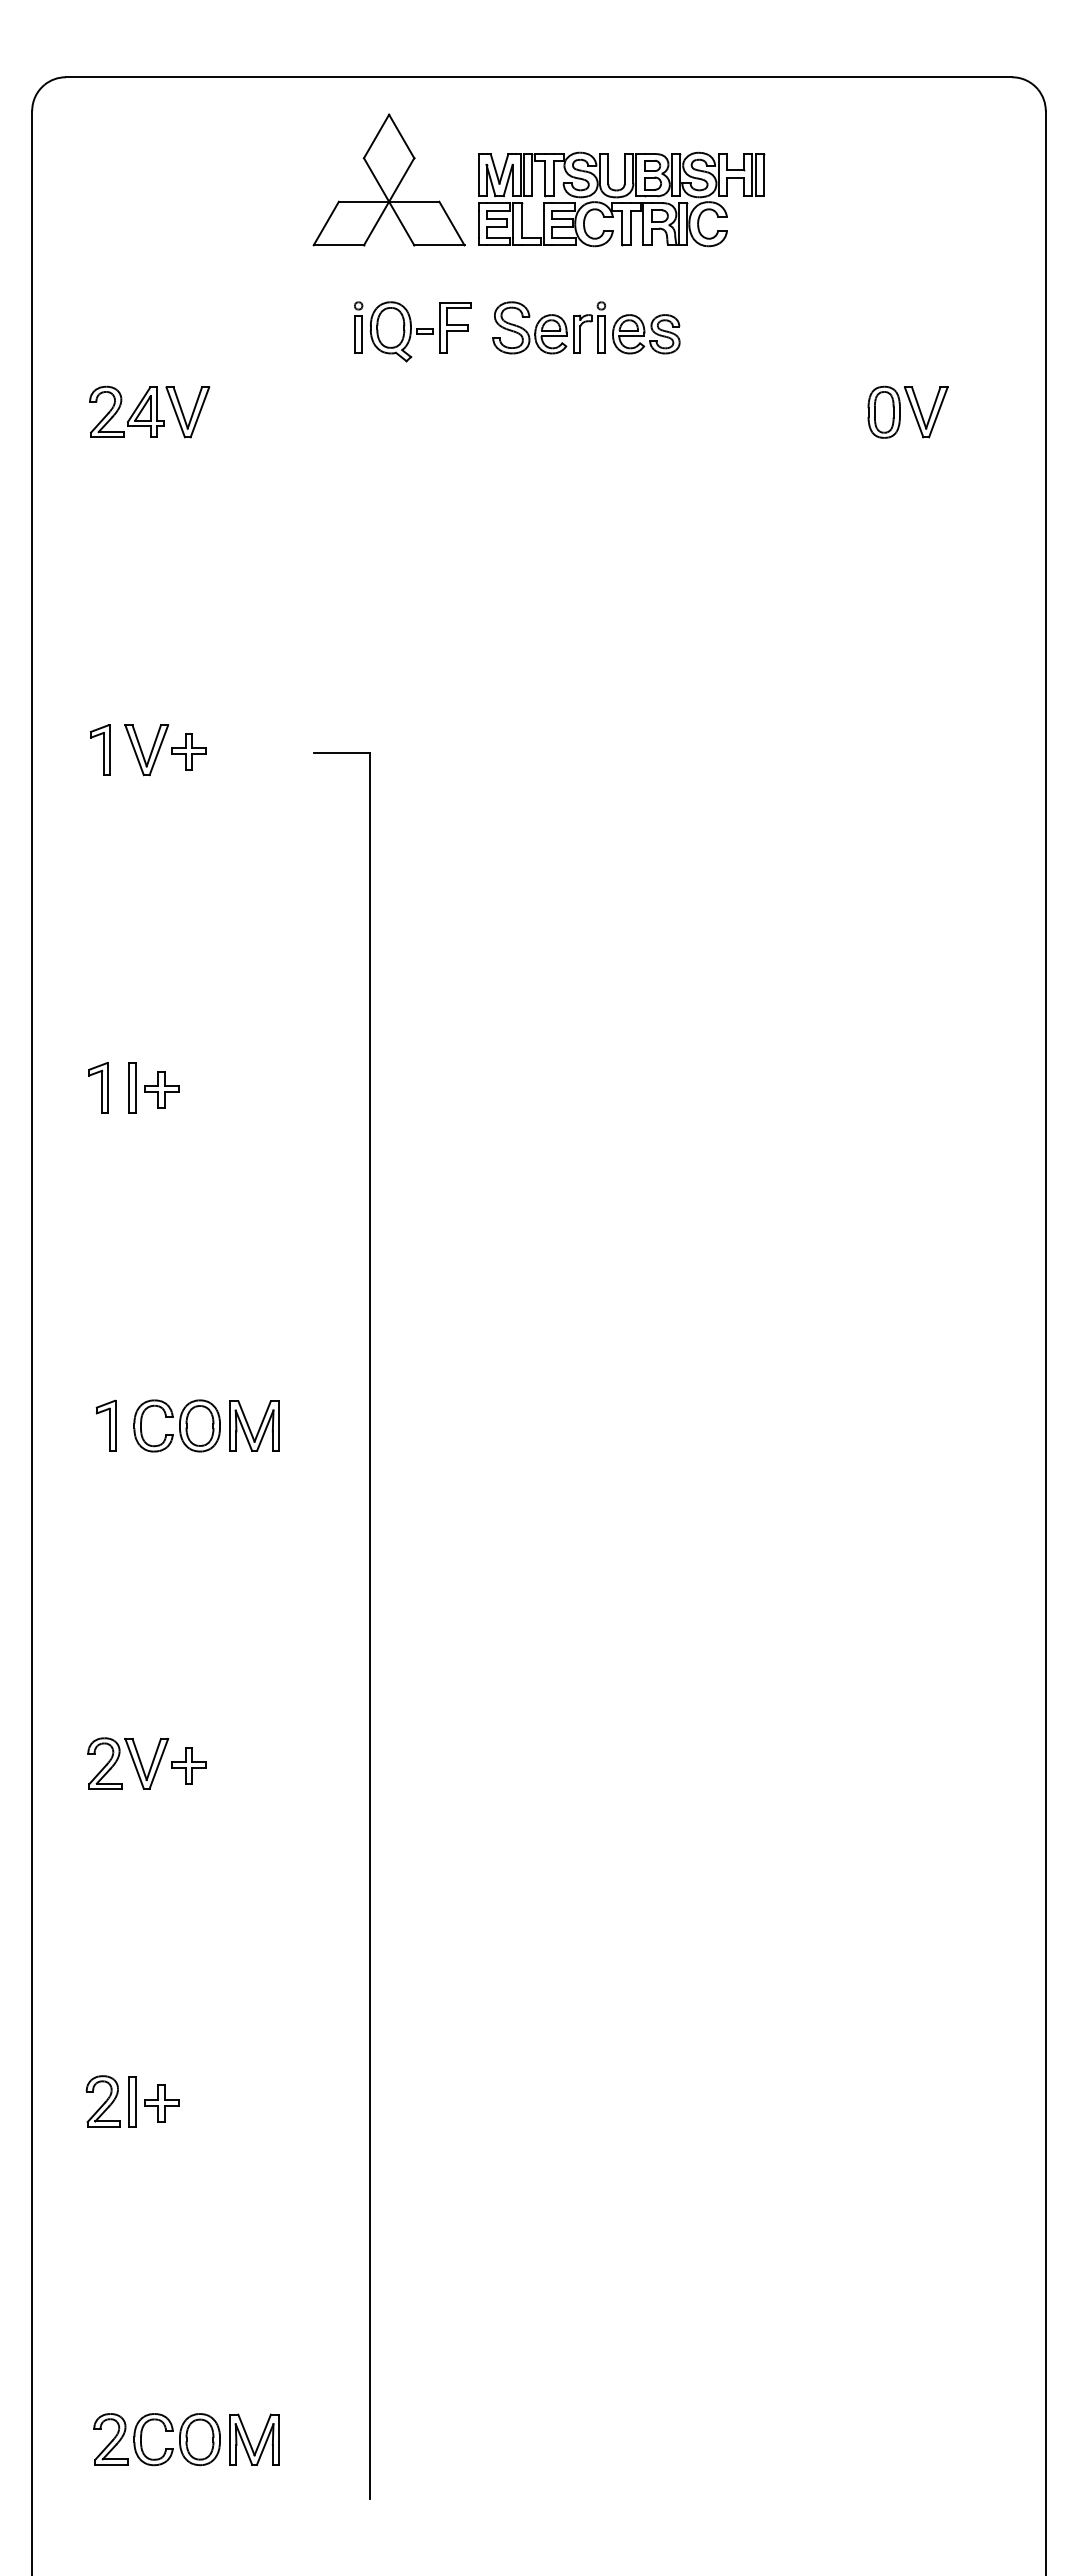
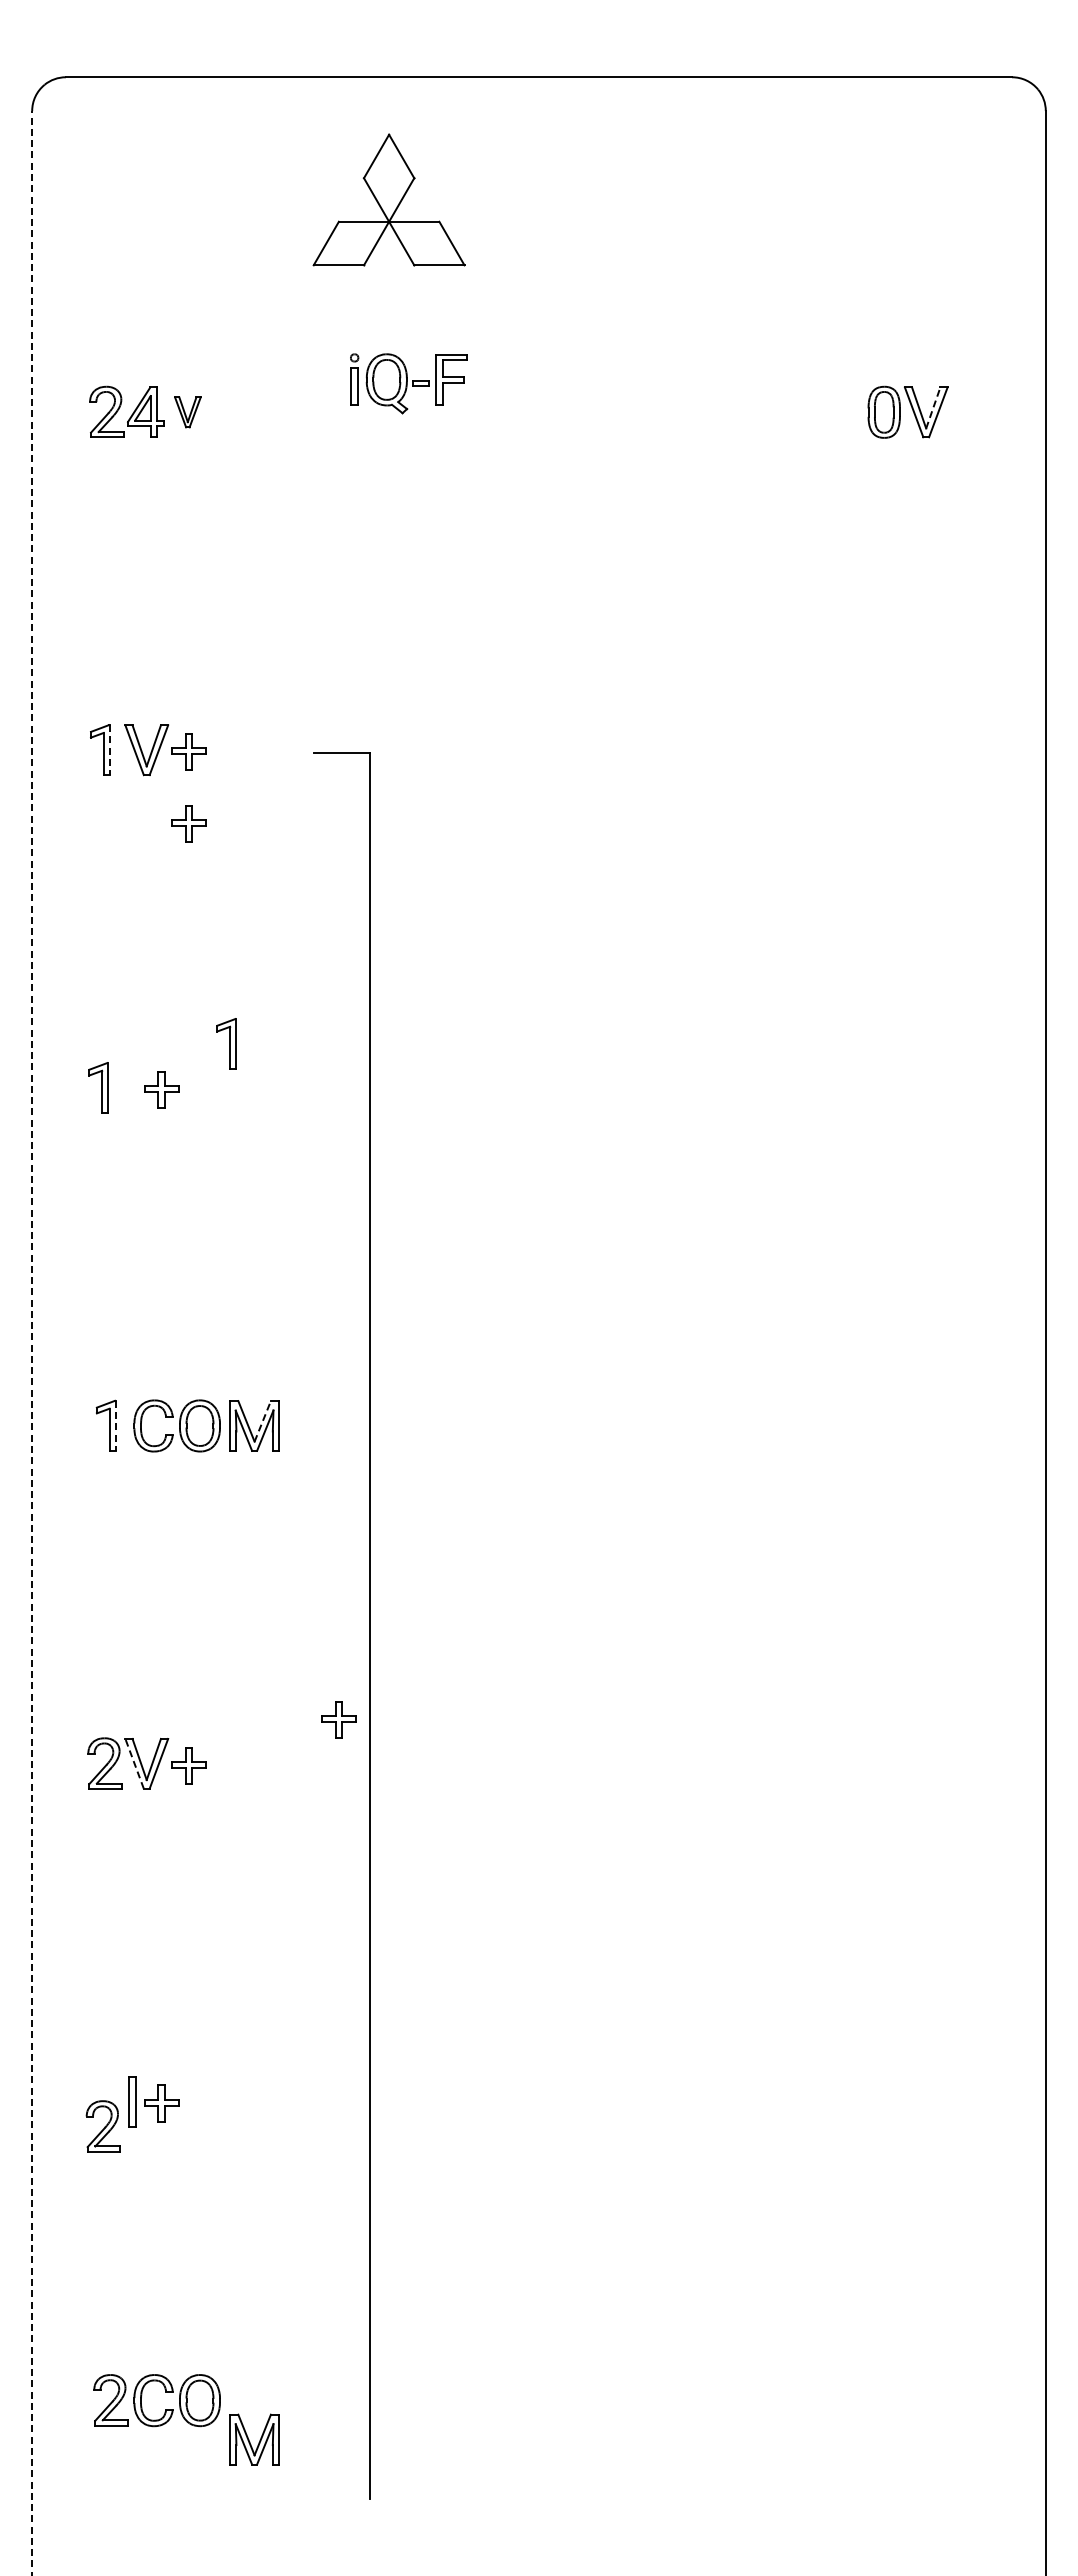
part at (388, 179) position: (388, 179) -> (388, 199)
part at (621, 199): present -> none
part at (586, 327): present -> none
part at (412, 331) position: (412, 331) -> (408, 383)
line at (933, 407): solid -> dashed
part at (187, 412) size: 46x53 px -> 28x33 px
line at (110, 750): solid -> dashed
part at (188, 823): none -> present
part at (226, 1043): none -> present
part at (132, 1087): present -> none
line at (32, 1342): solid -> dashed
line at (262, 1421): solid -> dashed
line at (116, 1426): solid -> dashed
part at (338, 1719): none -> present
line at (134, 1763): solid -> dashed
part at (102, 2101) position: (102, 2101) -> (102, 2126)
part at (165, 2431) position: (165, 2431) -> (165, 2392)
